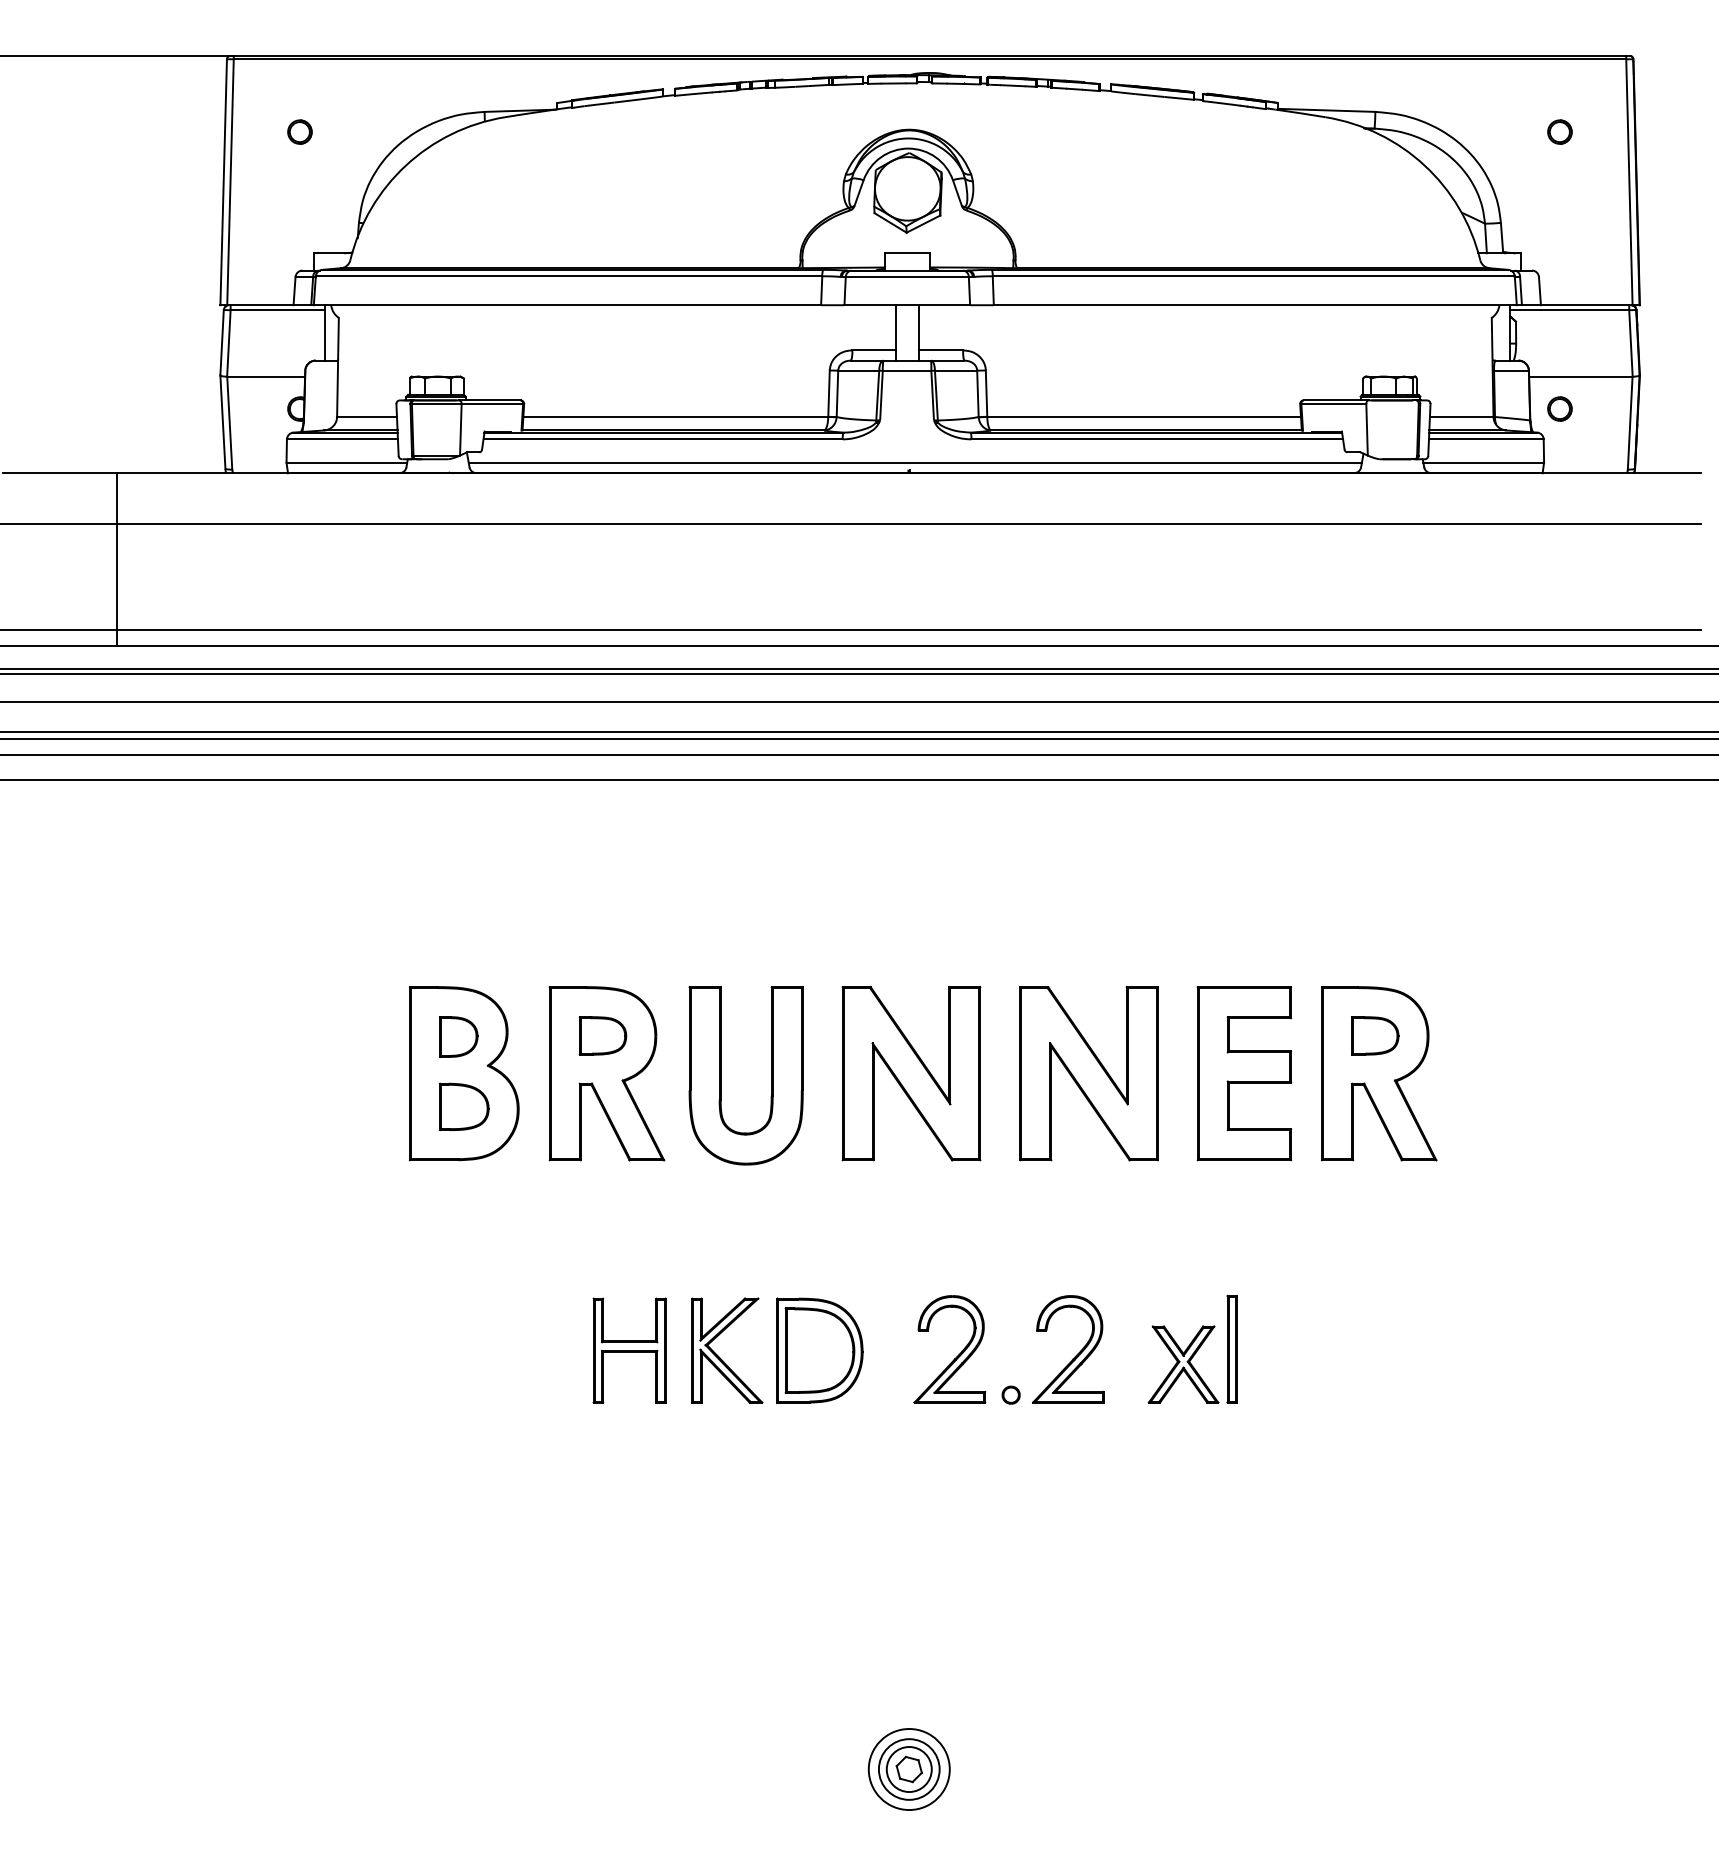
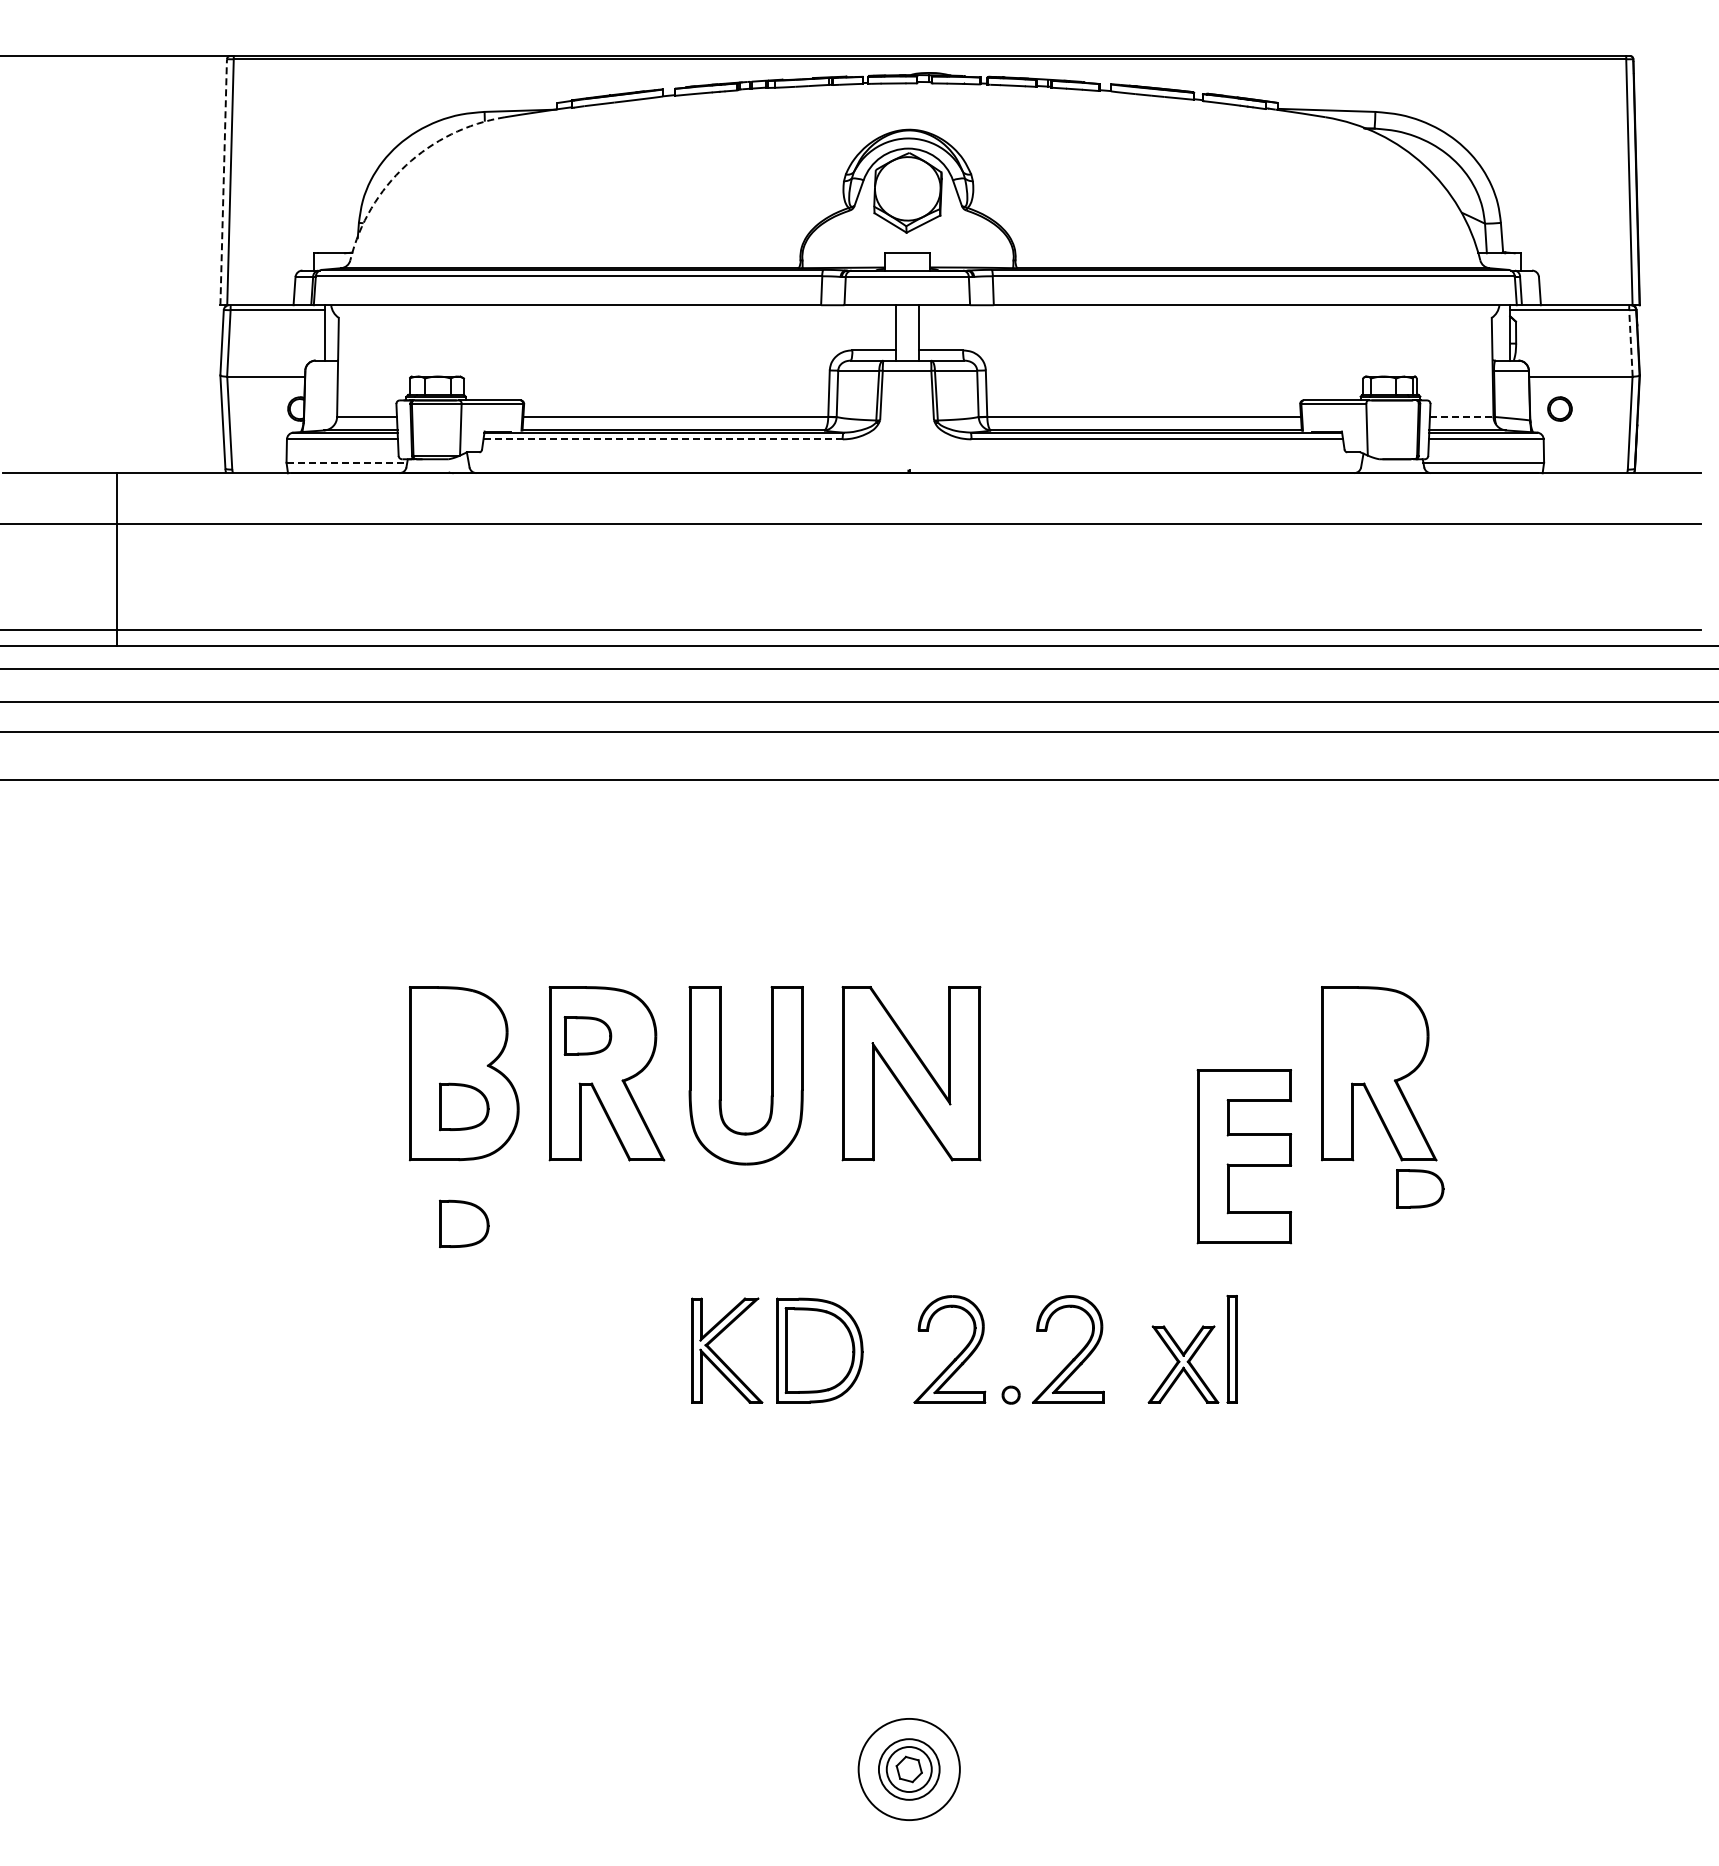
part at (299, 131): present -> none
part at (1559, 131): present -> none
arc at (406, 165): solid -> dashed
line at (223, 182): solid -> dashed
line at (1630, 343): solid -> dashed
line at (1461, 416): solid -> dashed
line at (663, 439): solid -> dashed
line at (347, 462): solid -> dashed
line at (914, 462): present -> none
line at (858, 673): present -> none
line at (858, 739): present -> none
line at (858, 755): present -> none
part at (602, 1035) position: (602, 1035) -> (587, 1035)
part at (1375, 1035) position: (1375, 1035) -> (1420, 1188)
part at (458, 1036): present -> none
part at (1088, 1073): present -> none
part at (1244, 1073) position: (1244, 1073) -> (1244, 1156)
part at (464, 1223): none -> present
part at (629, 1350): present -> none
circle at (908, 1769) diameter: 81 px -> 101 px
